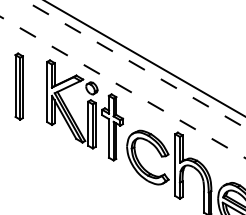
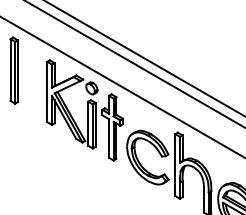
line at (135, 64): dashed -> solid
part at (18, 86) position: (18, 86) -> (13, 70)
line at (122, 87): dashed -> solid
